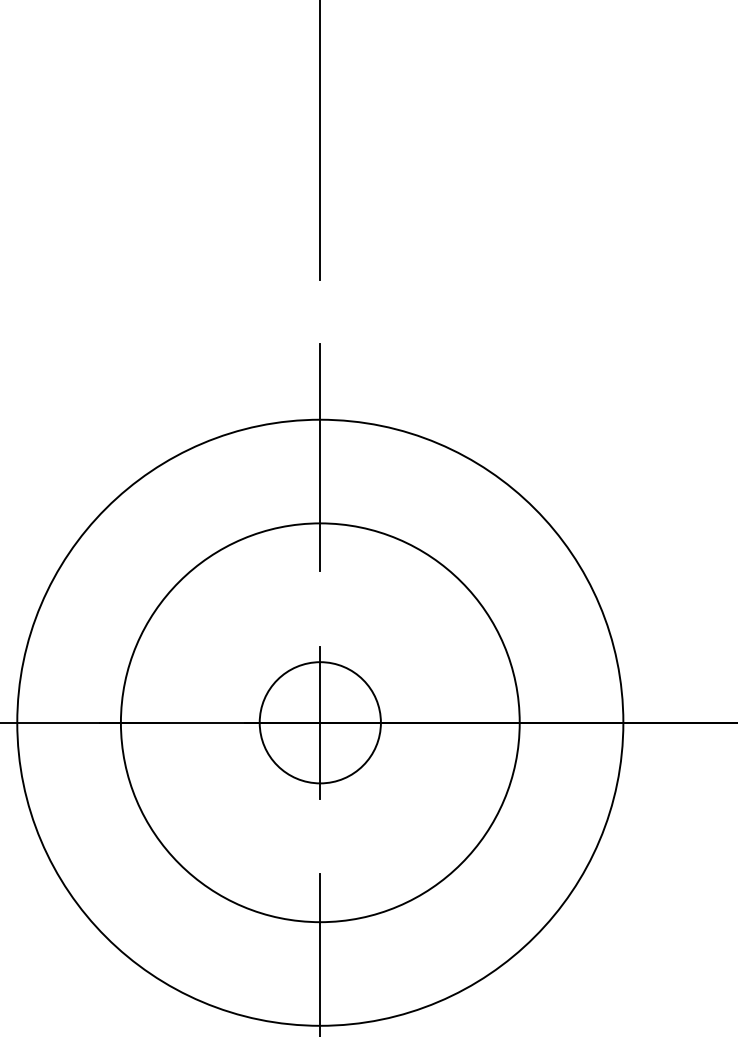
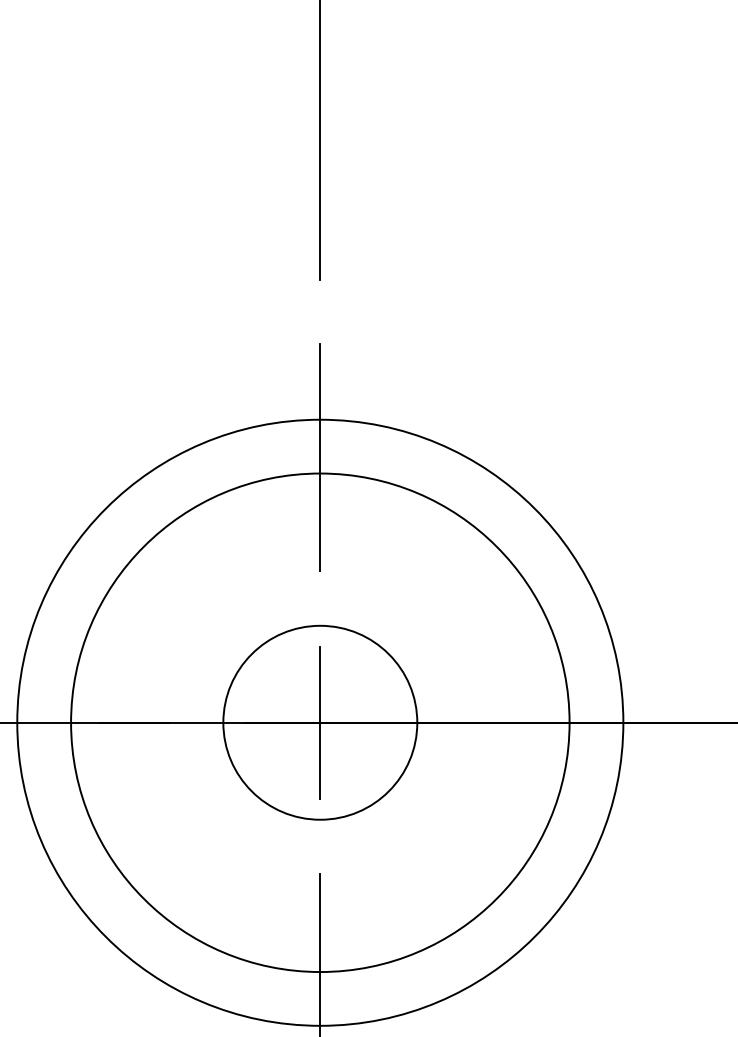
circle at (319, 722) diameter: 121 px -> 194 px
circle at (319, 722) diameter: 399 px -> 498 px
